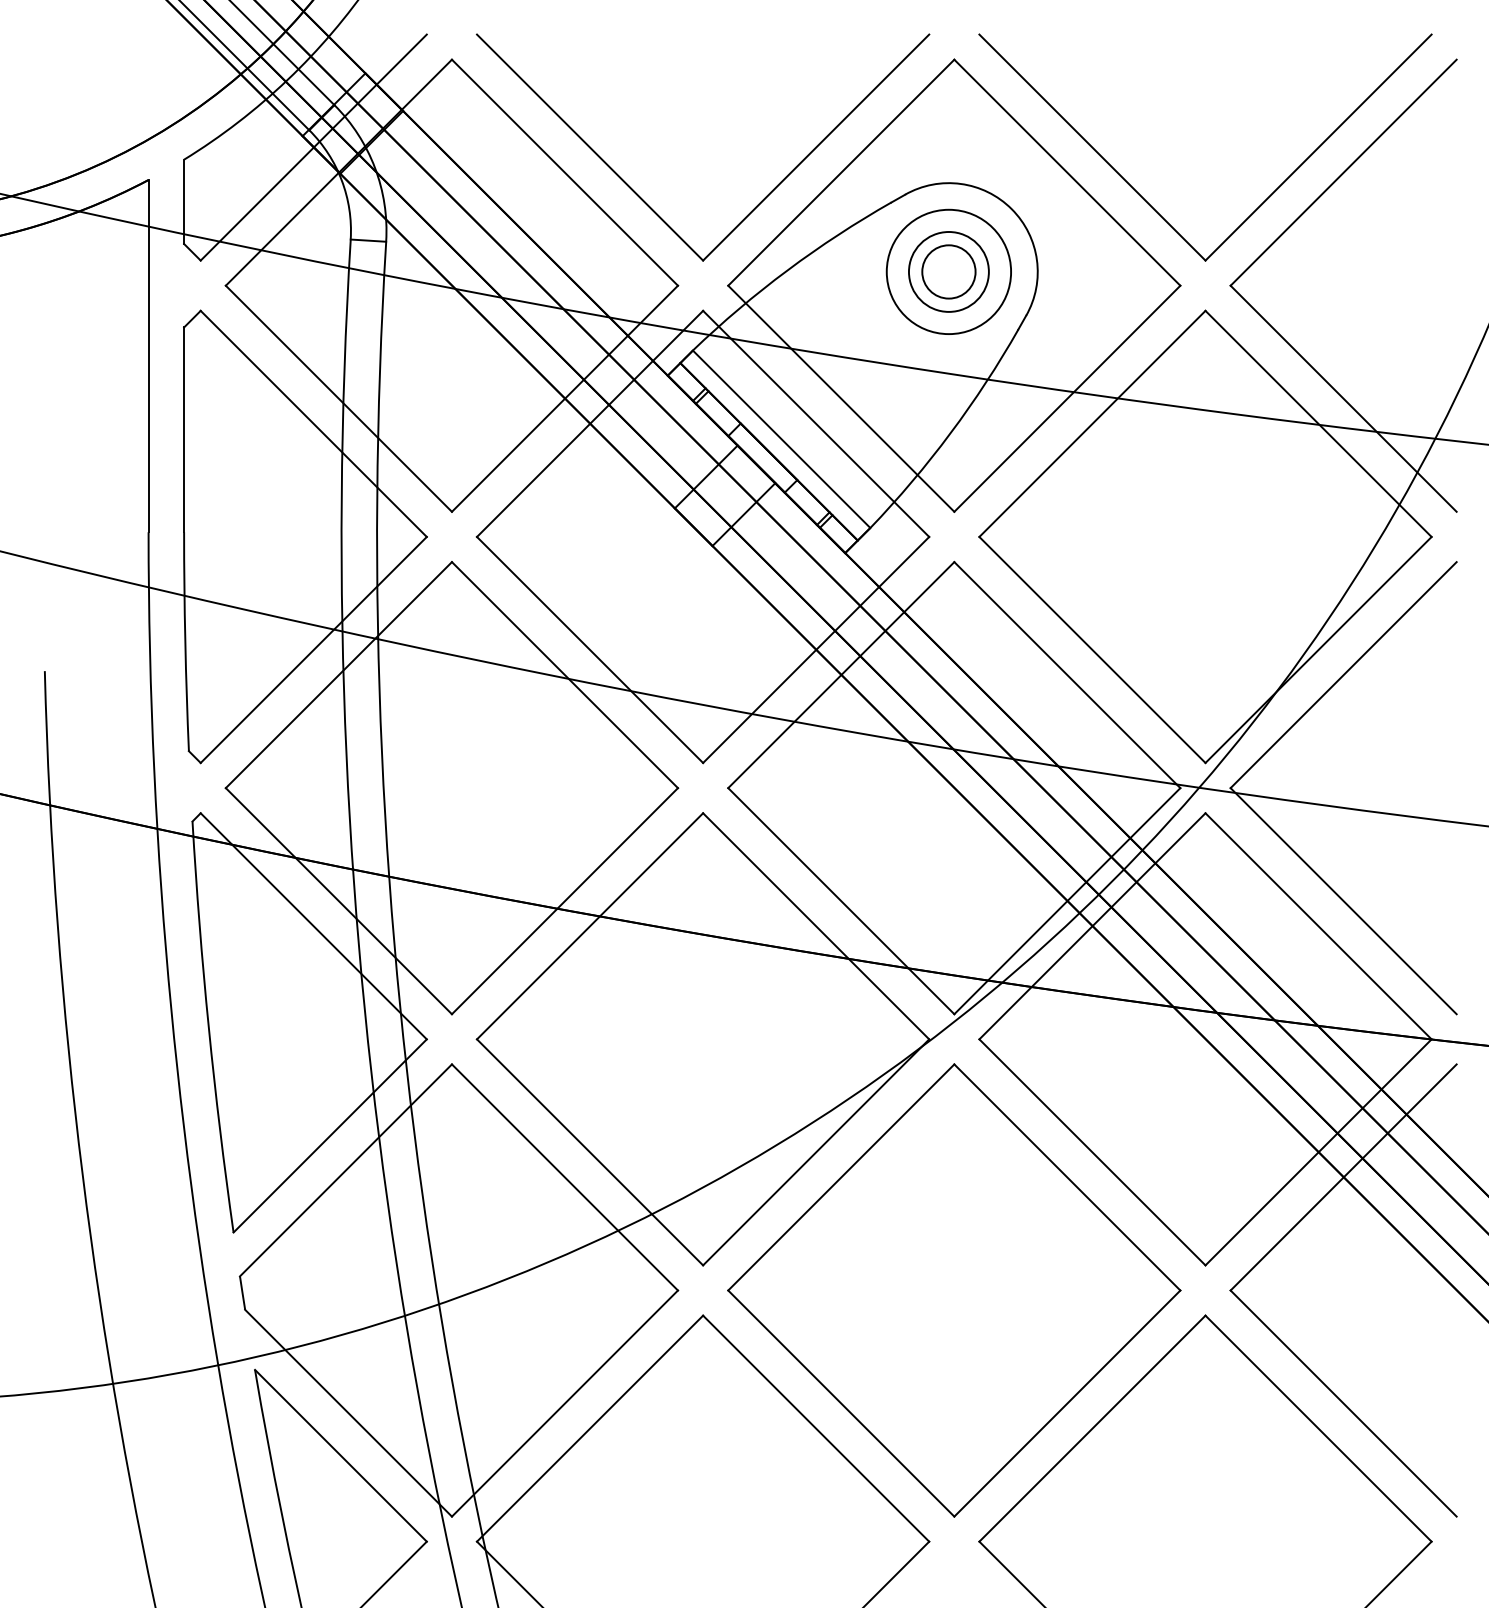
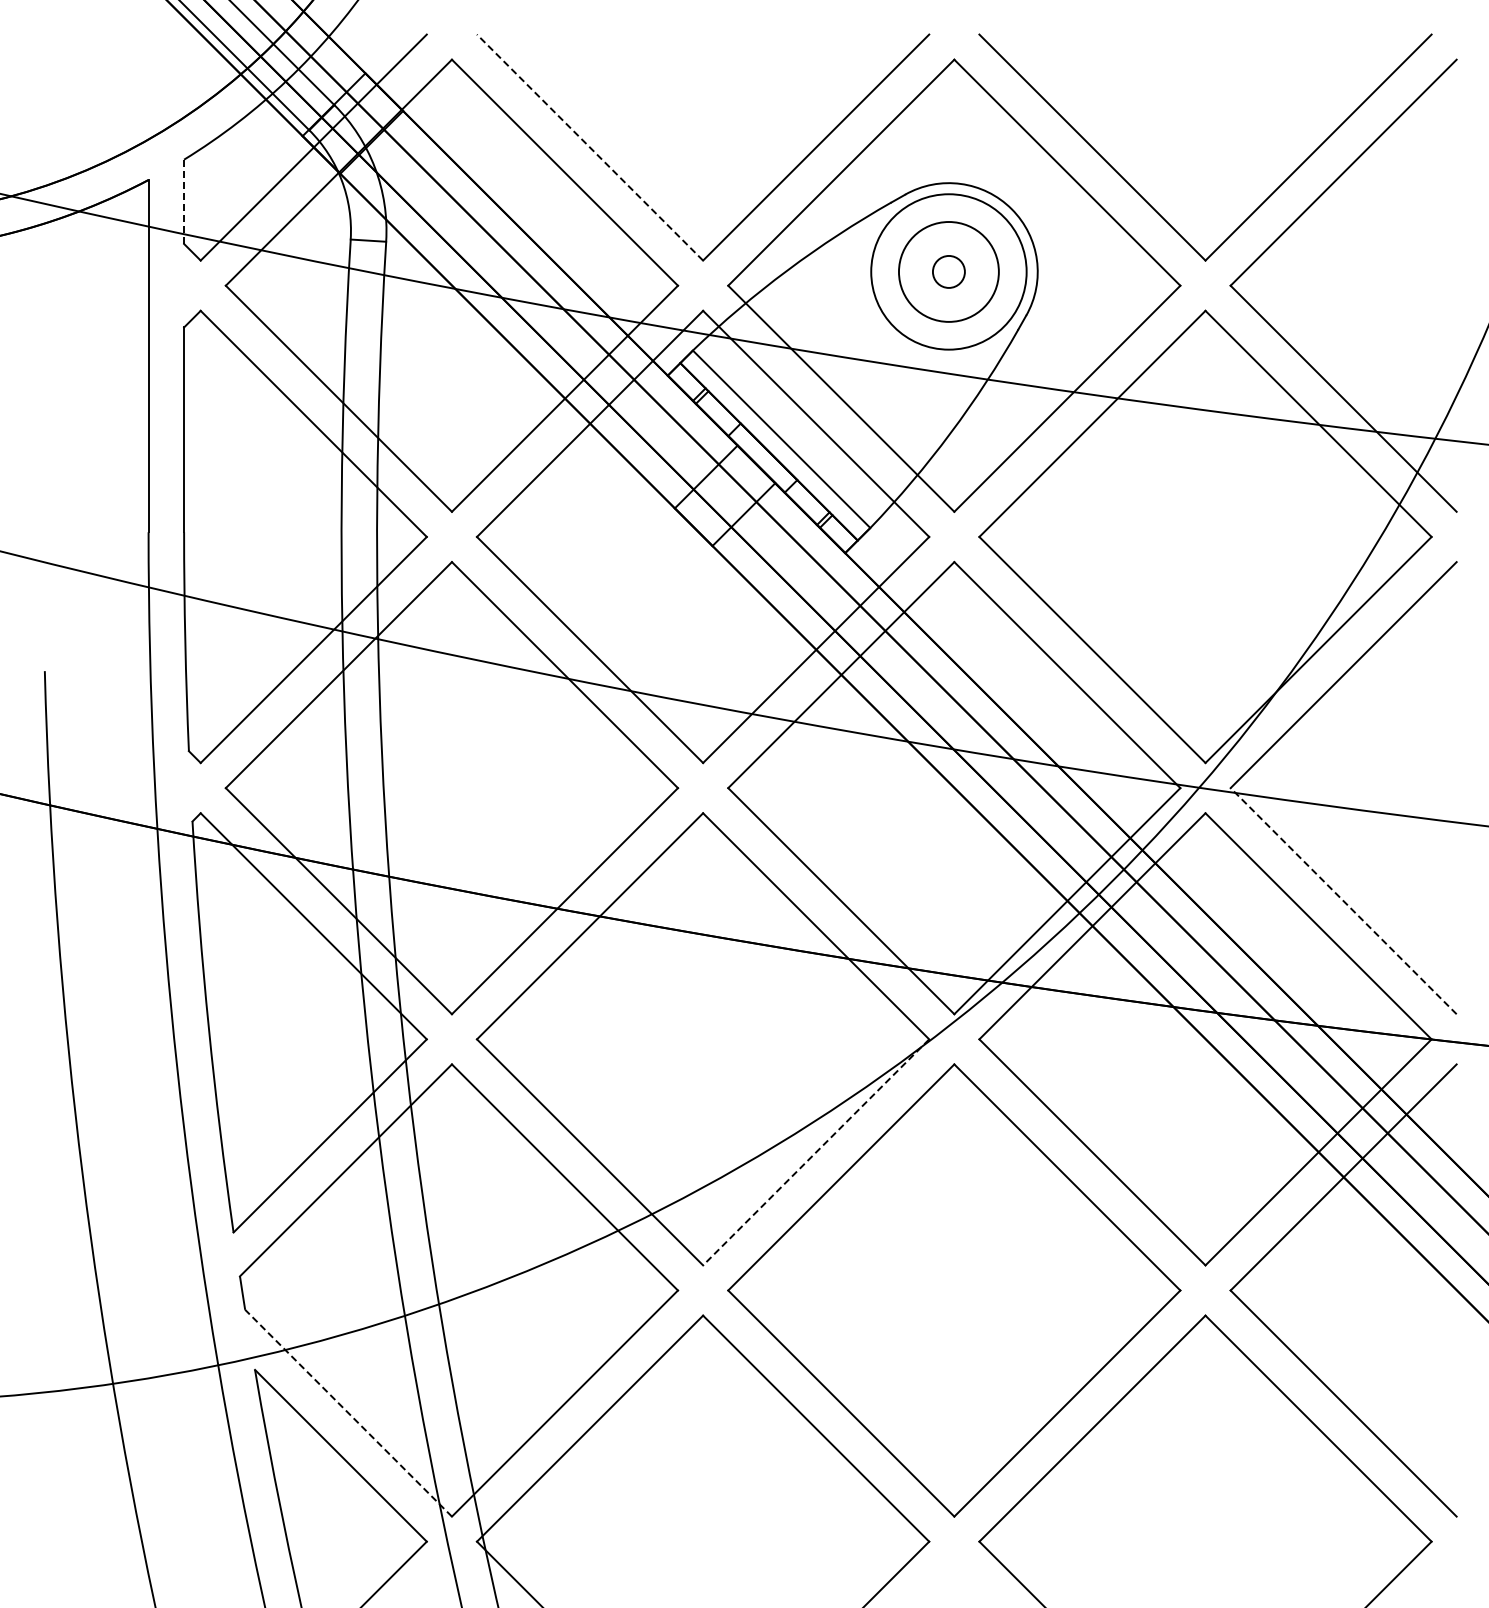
line at (590, 147): solid -> dashed
line at (184, 201): solid -> dashed
circle at (948, 271) diameter: 124 px -> 155 px
circle at (948, 271) diameter: 53 px -> 32 px
circle at (948, 271) diameter: 80 px -> 100 px
line at (1343, 901): solid -> dashed
line at (816, 1152): solid -> dashed
line at (348, 1412): solid -> dashed
